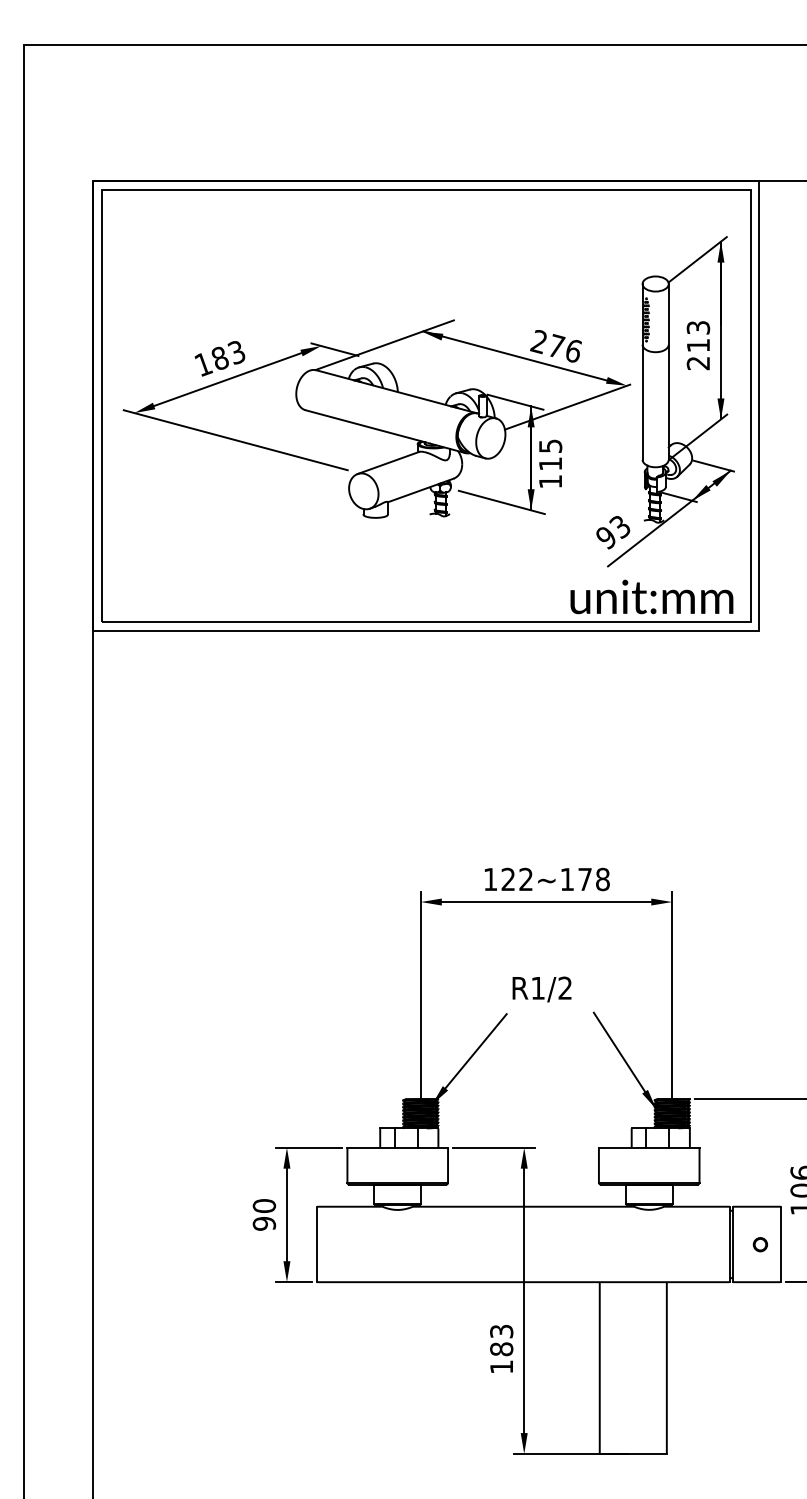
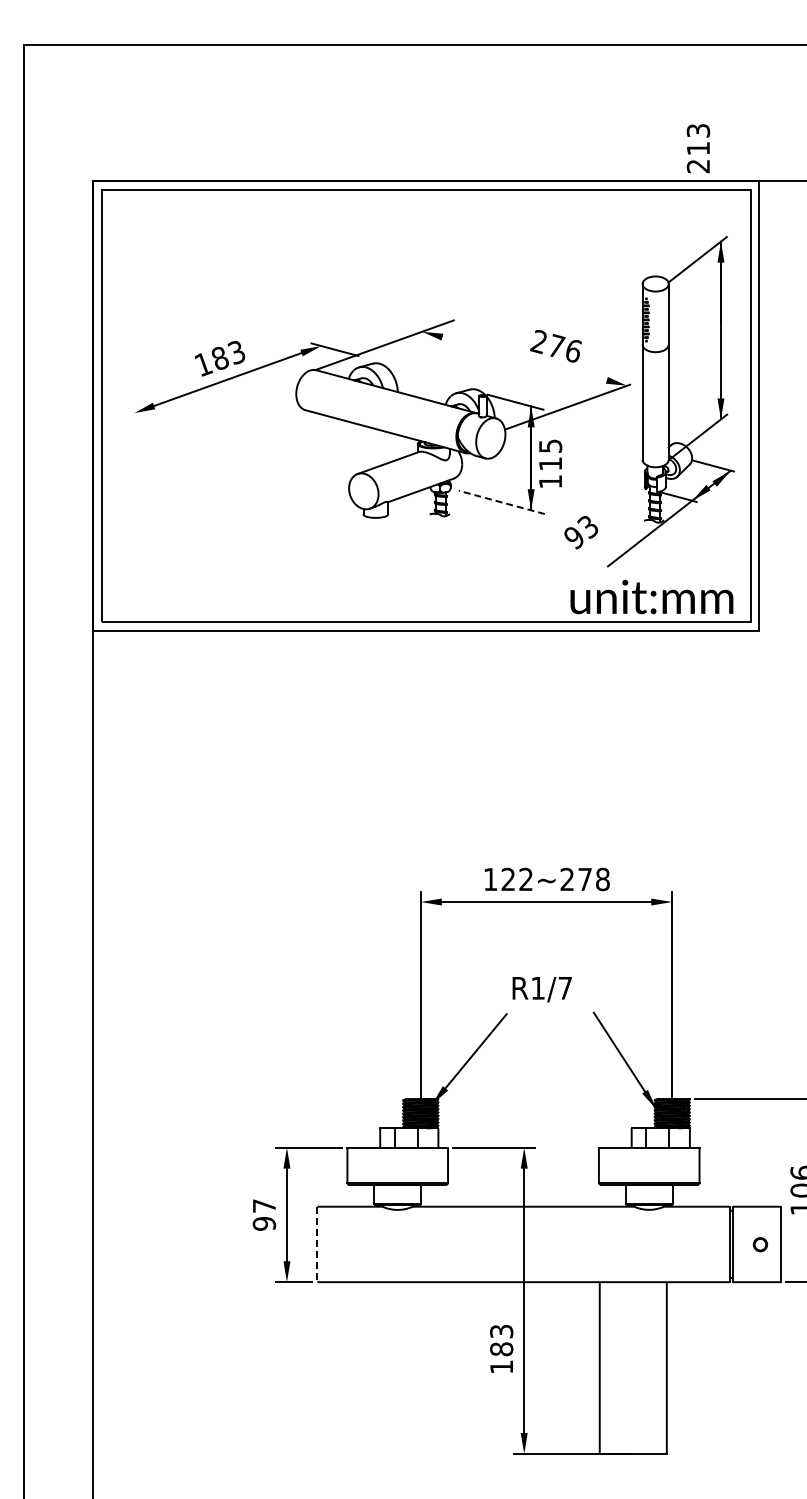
text at (698, 345) position: (698, 345) -> (698, 148)
line at (514, 355): present -> none
line at (235, 440): present -> none
line at (501, 502): solid -> dashed
text at (613, 532) position: (613, 532) -> (581, 532)
text at (566, 878): 122~178 -> 122~278
text at (564, 987): R1/2 -> R1/7
text at (264, 1205): 90 -> 97
line at (317, 1244): solid -> dashed
